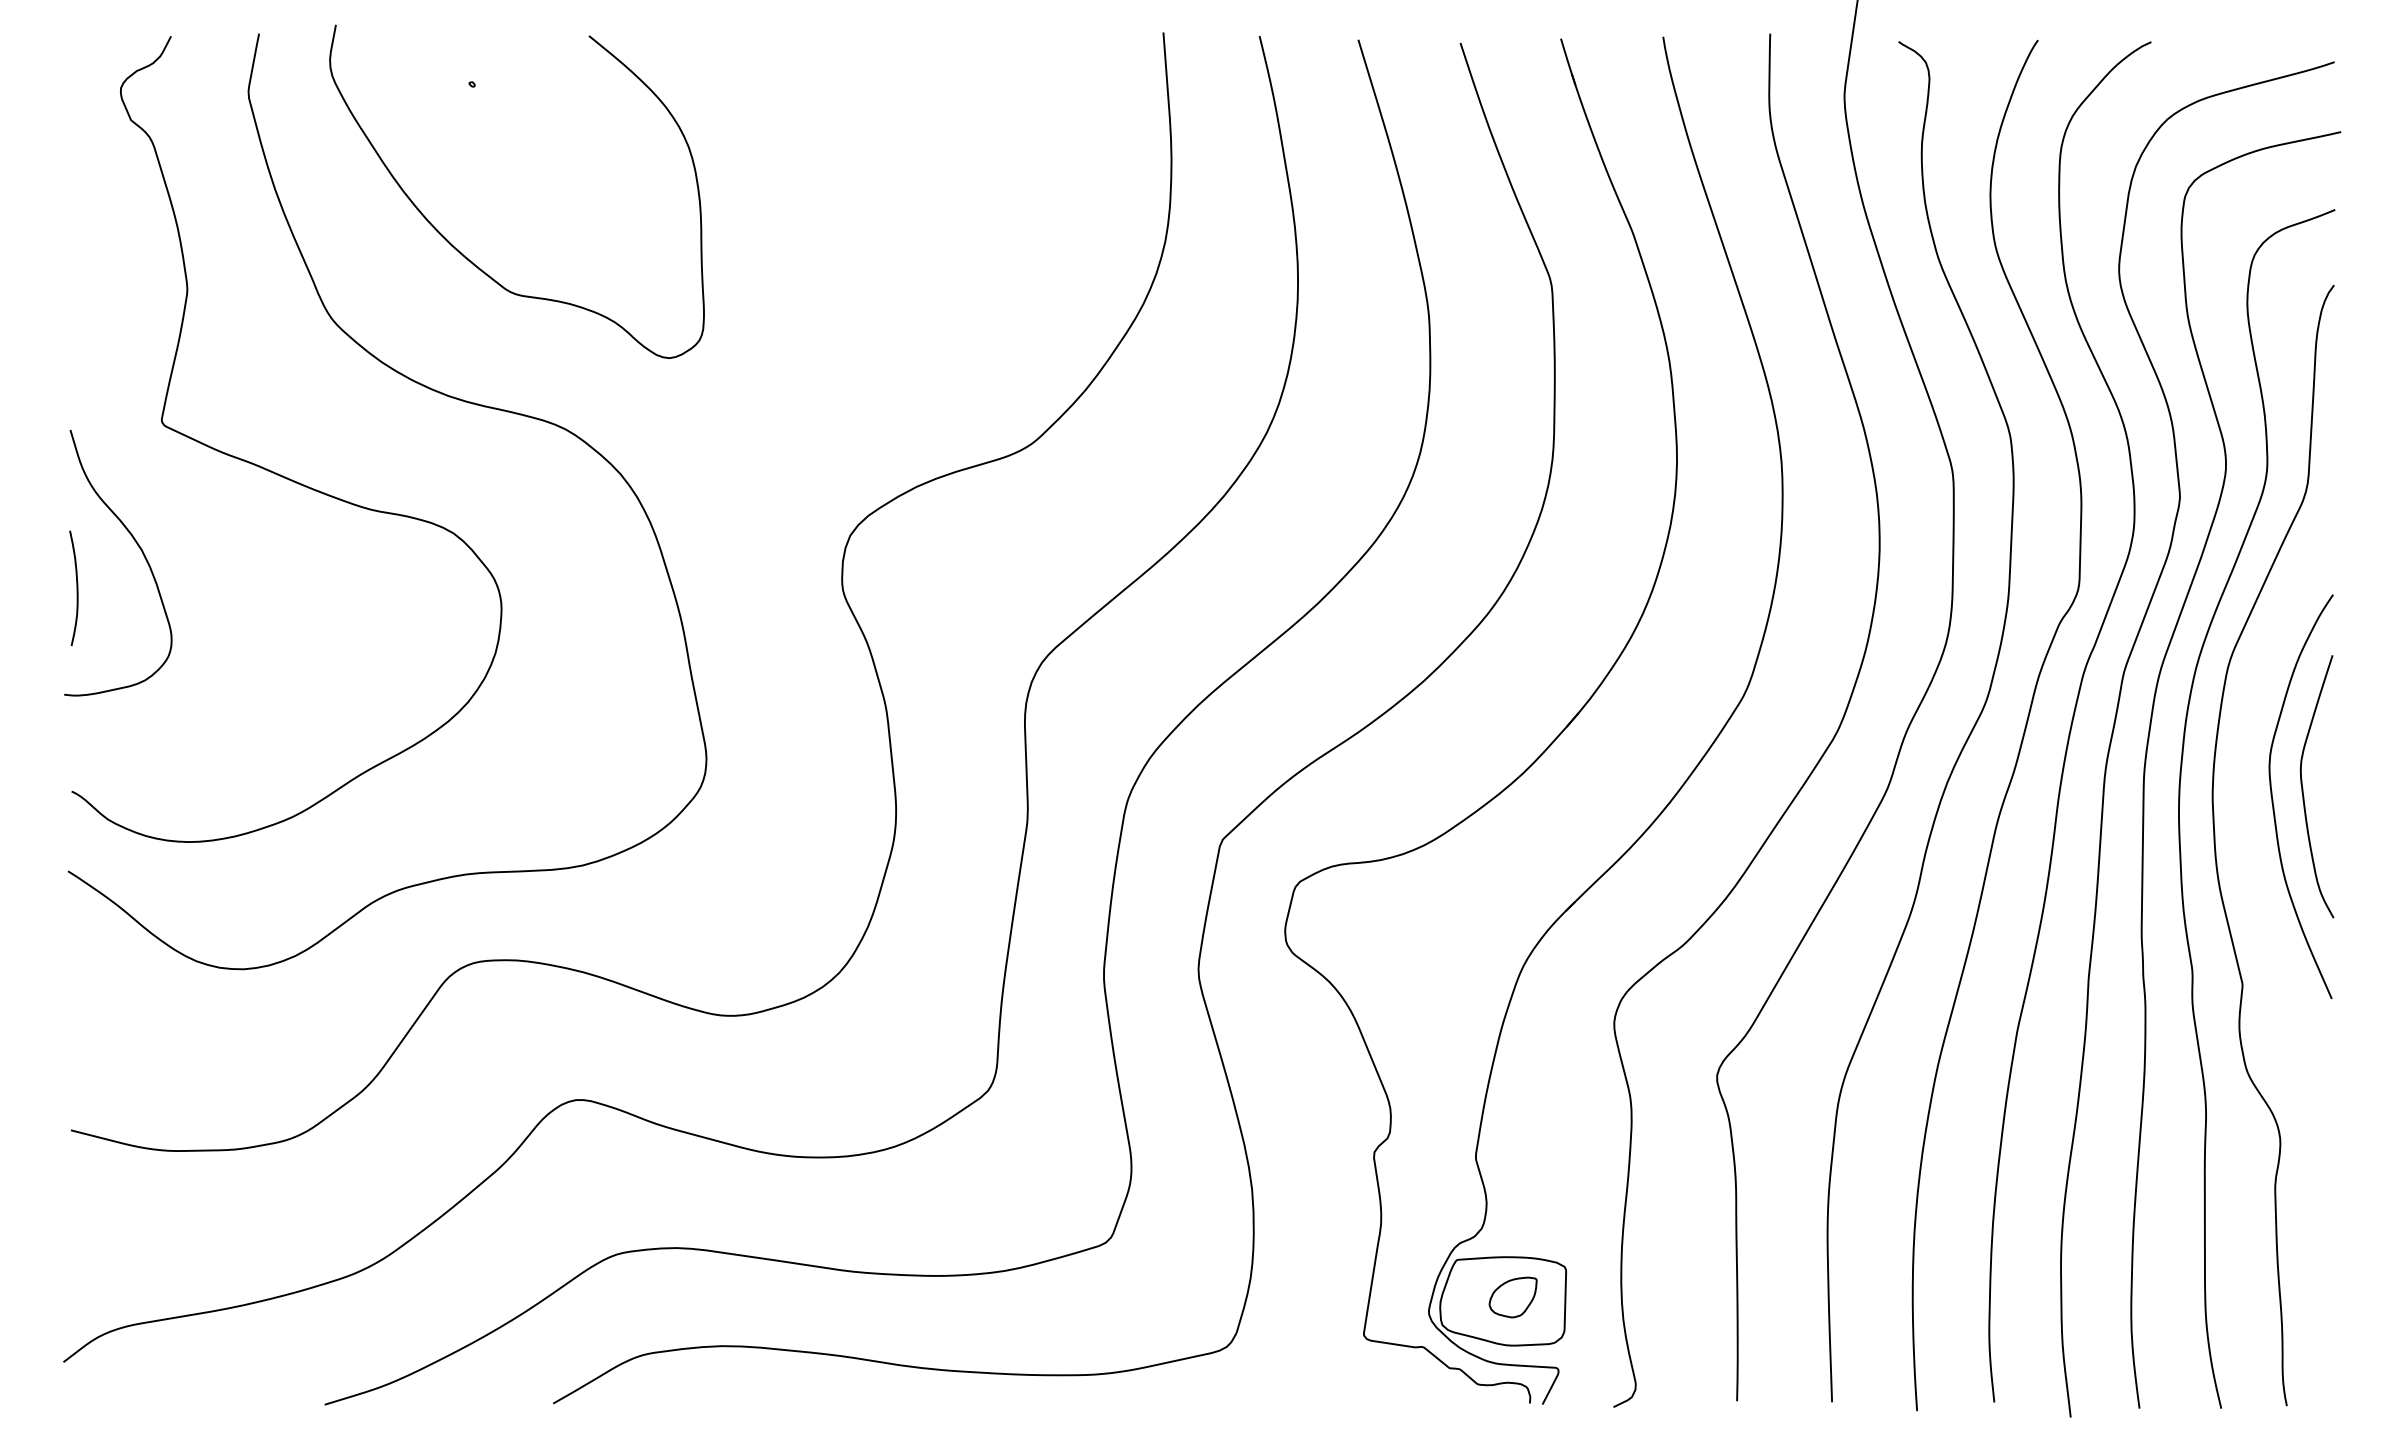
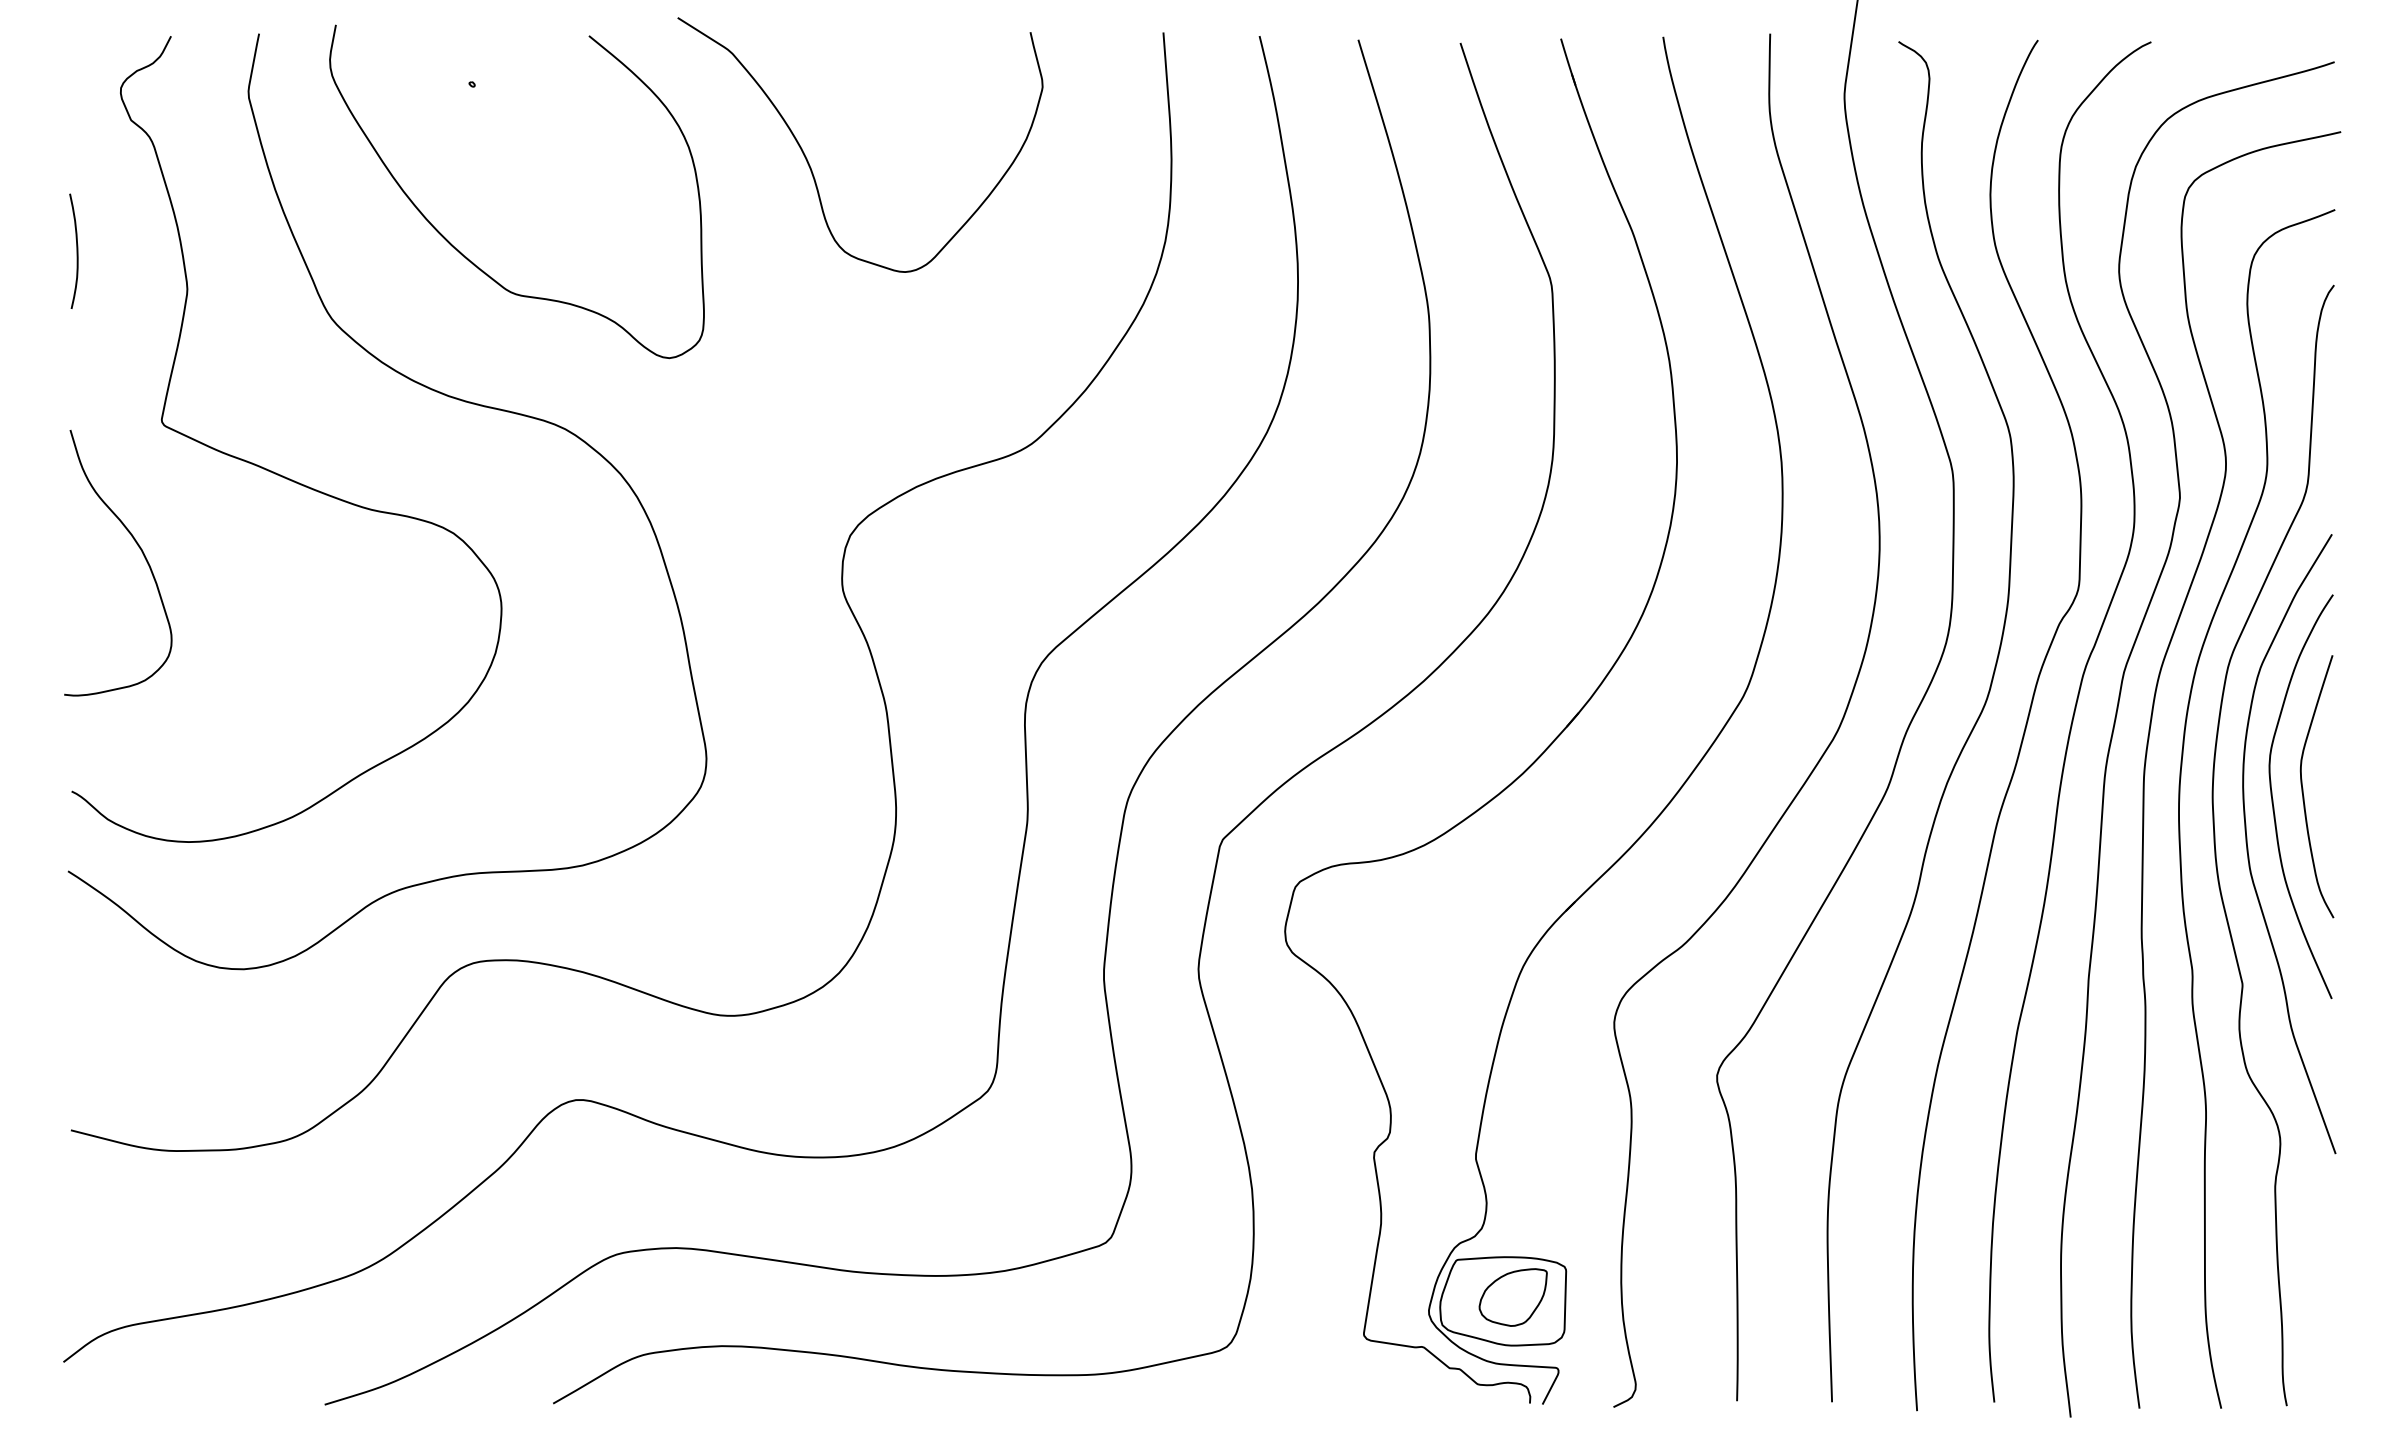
curve at (811, 167): none -> present
curve at (76, 587) position: (76, 587) -> (76, 250)
curve at (2248, 847): none -> present
part at (1512, 1297) size: 50x43 px -> 70x59 px
